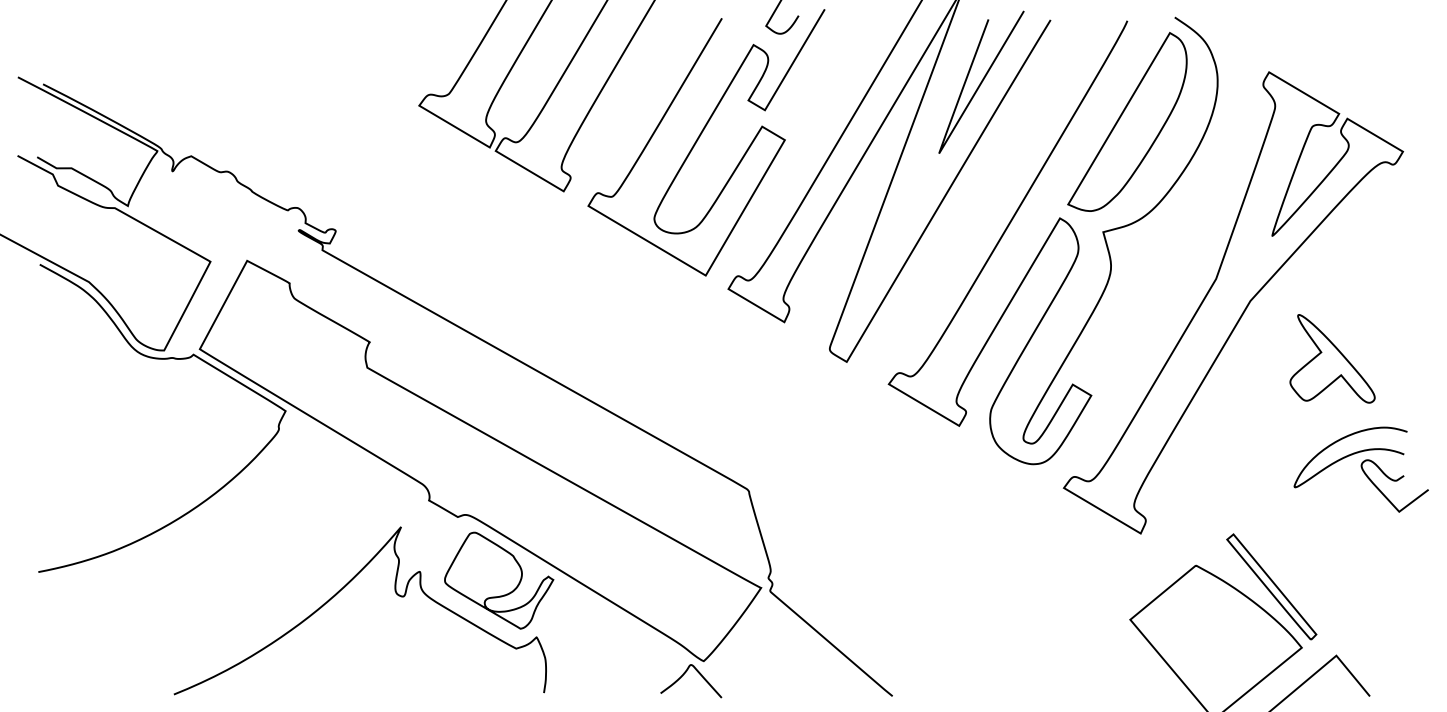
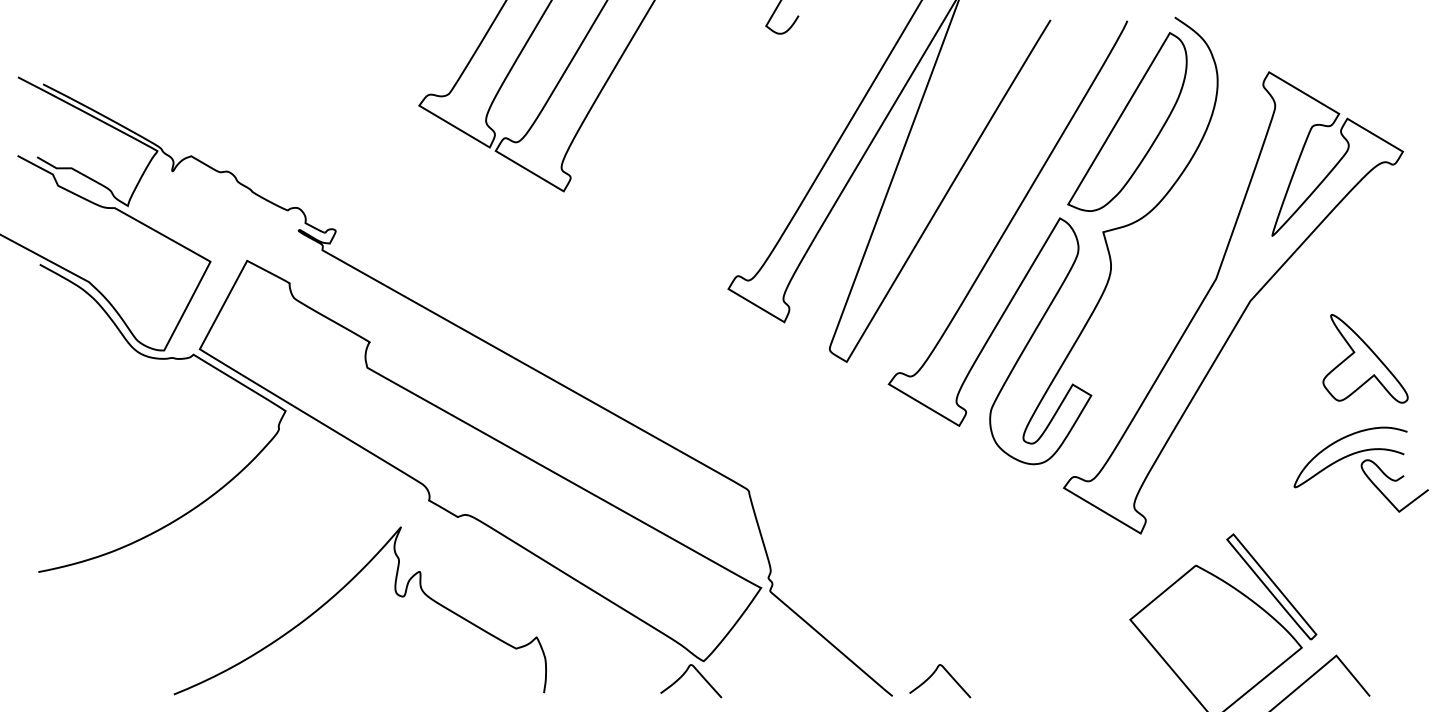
curve at (981, 81): present -> none
curve at (699, 138): present -> none
part at (1332, 358) position: (1332, 358) -> (1365, 358)
part at (499, 580): present -> none
curve at (933, 674): none -> present
